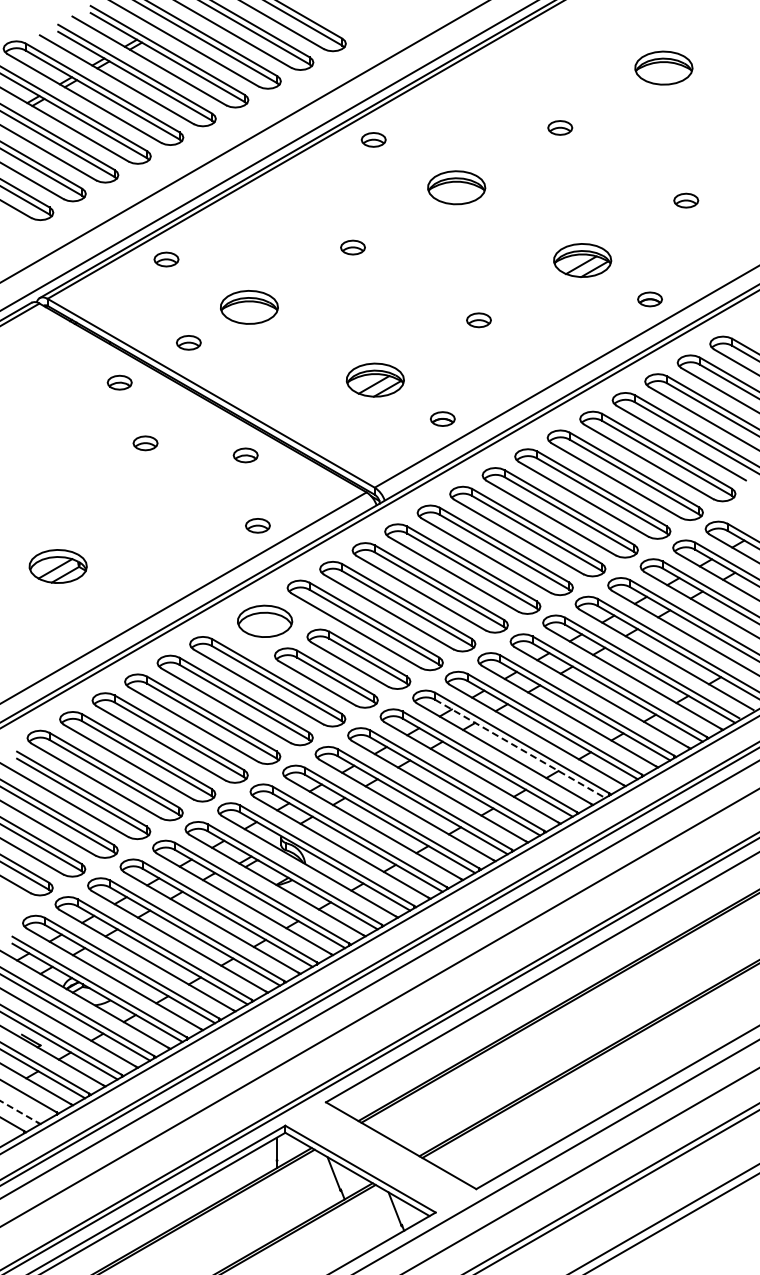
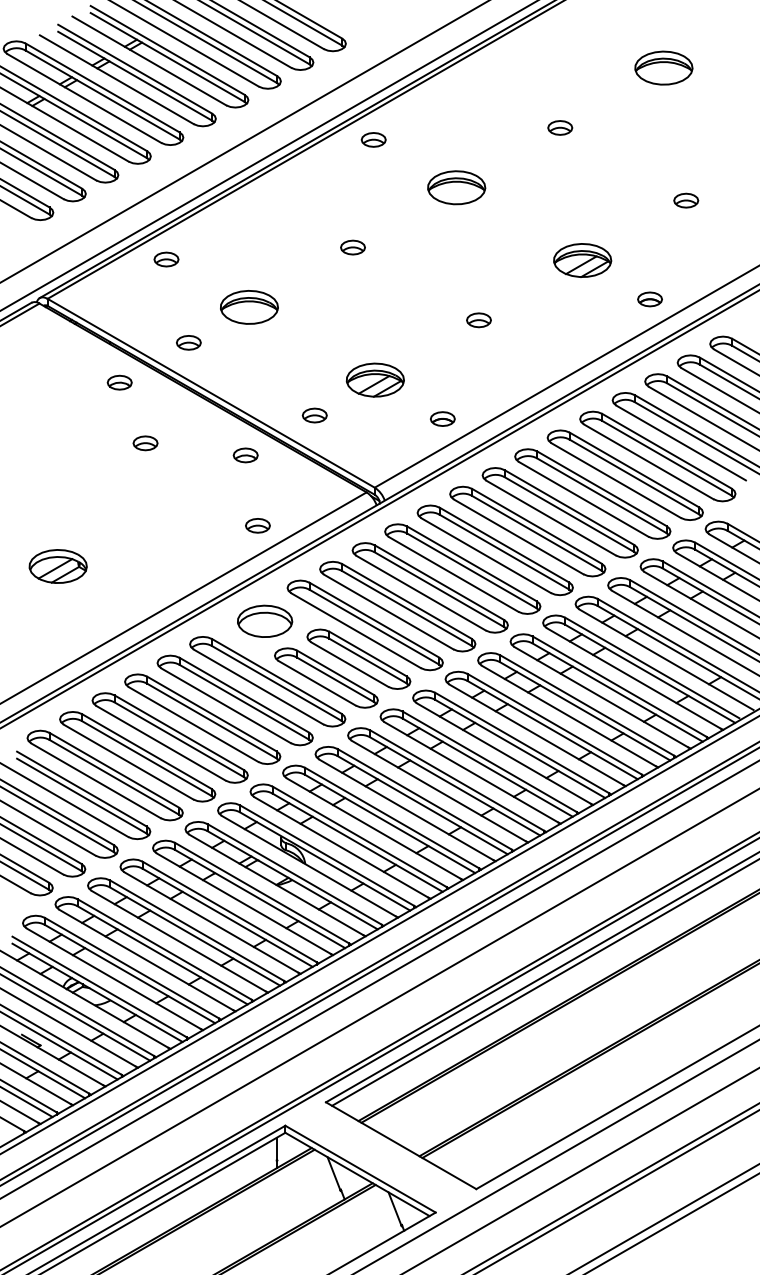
part at (314, 415): none -> present
line at (520, 749): dashed -> solid
line at (544, 982): none -> present
line at (27, 1102): none -> present
line at (19, 1111): dashed -> solid
